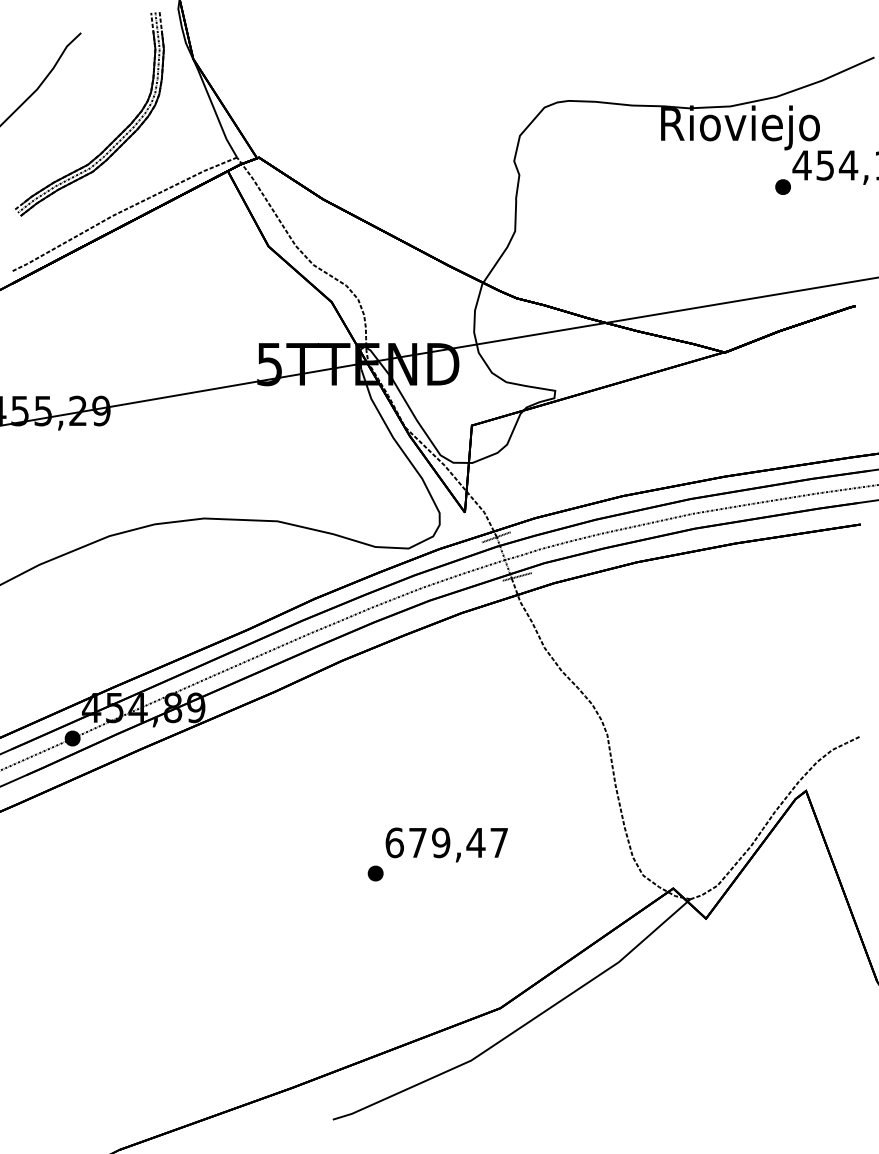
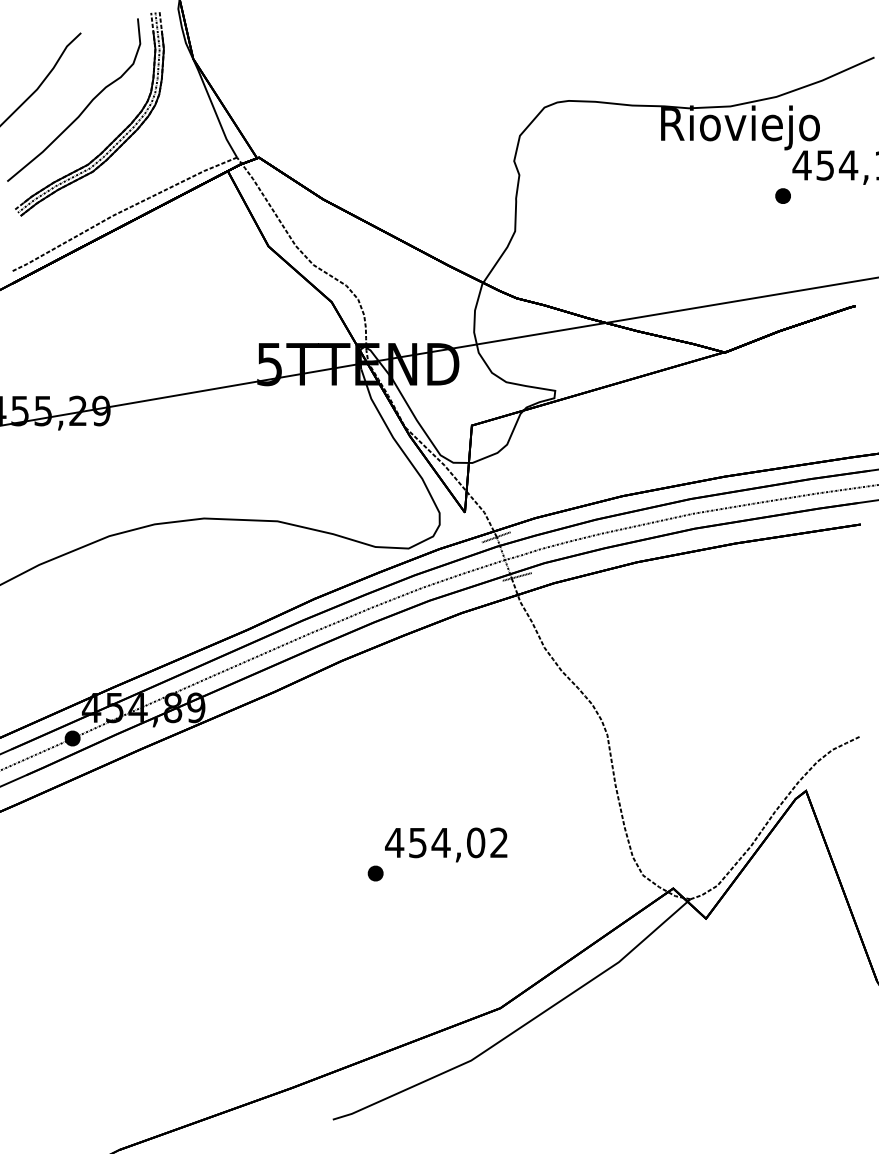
part at (86, 105): none -> present
part at (782, 186) position: (782, 186) -> (782, 195)
text at (446, 842): 679,47 -> 454,02
